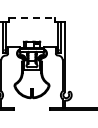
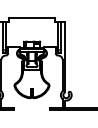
line at (32, 17): dashed -> solid
